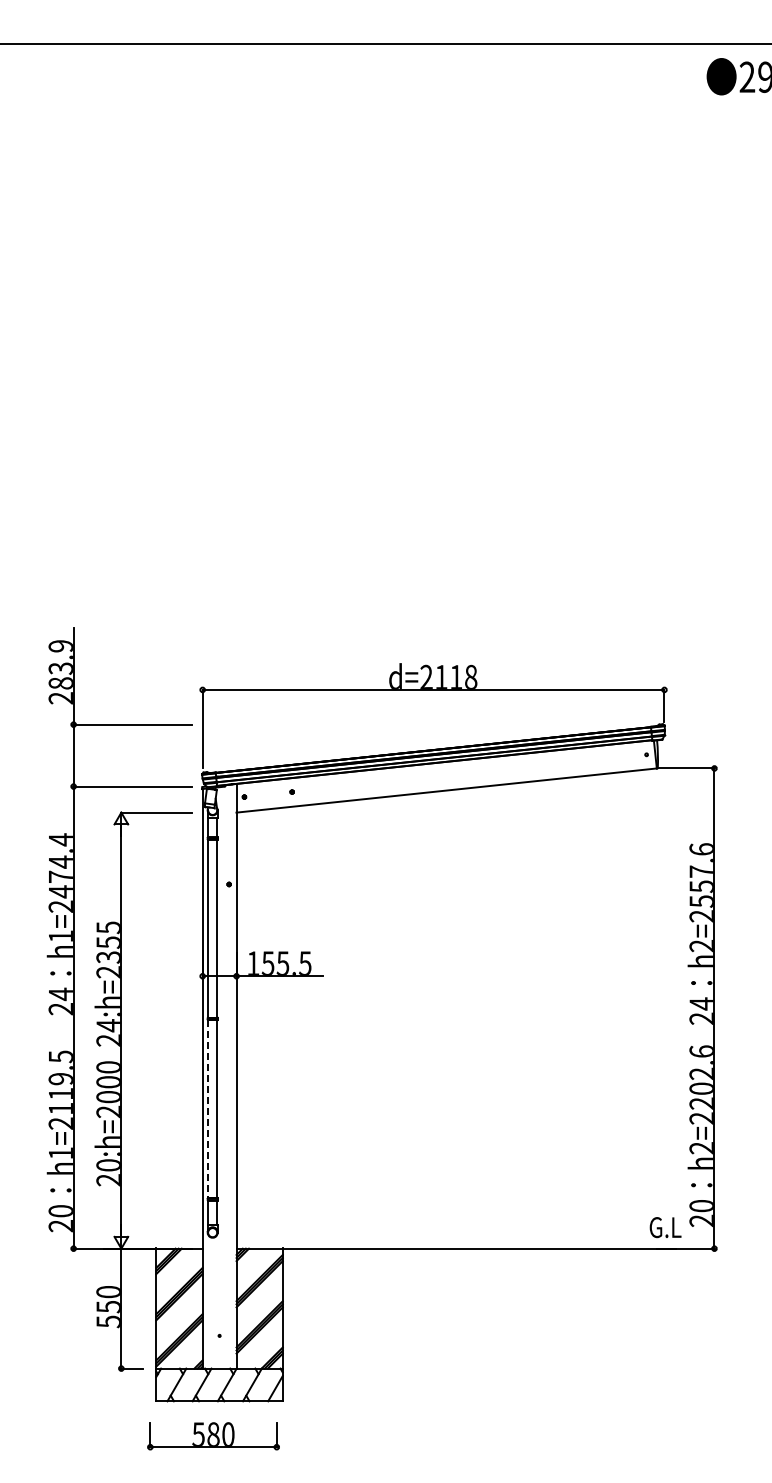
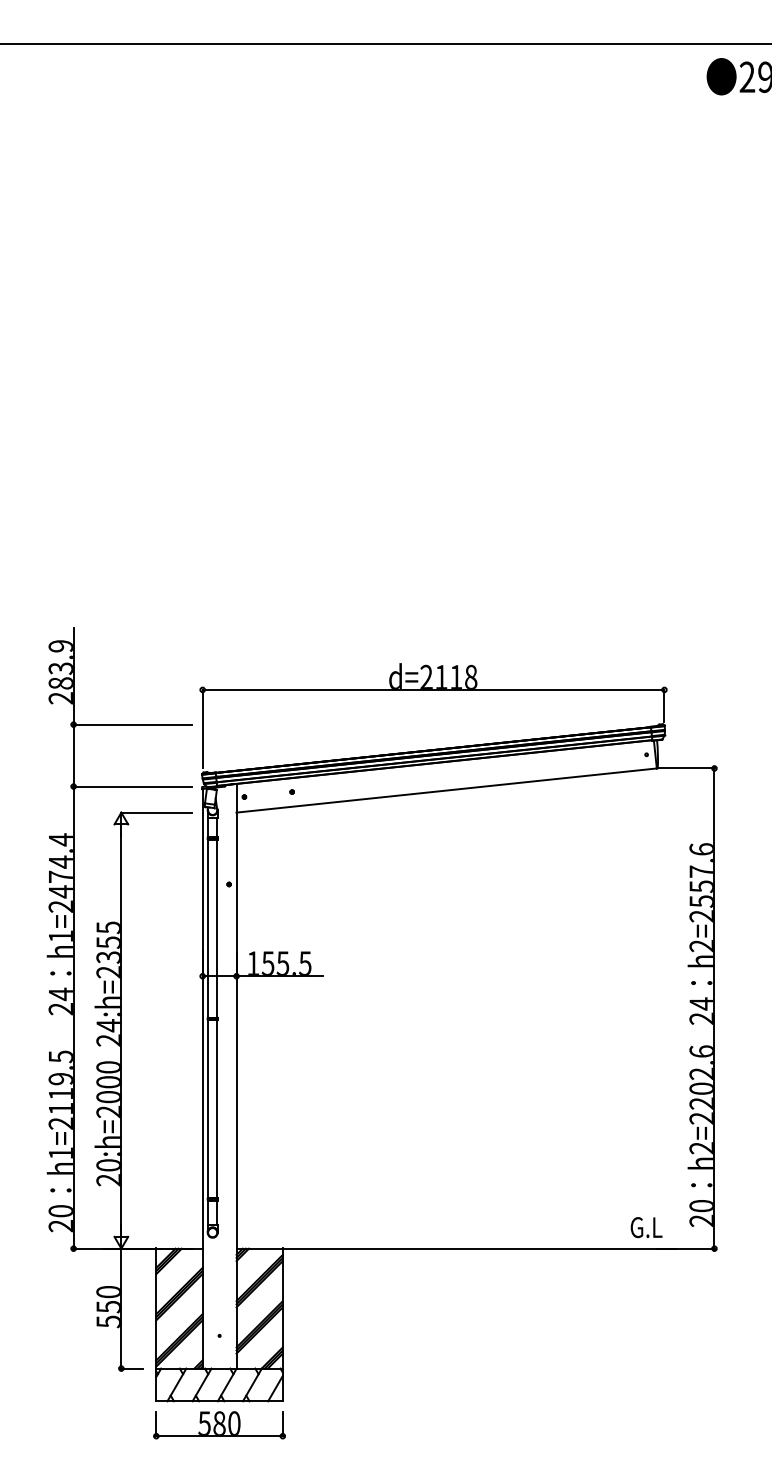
line at (208, 1109): dashed -> solid
text at (665, 1227) position: (665, 1227) -> (646, 1227)
part at (213, 1436) position: (213, 1436) -> (219, 1425)
